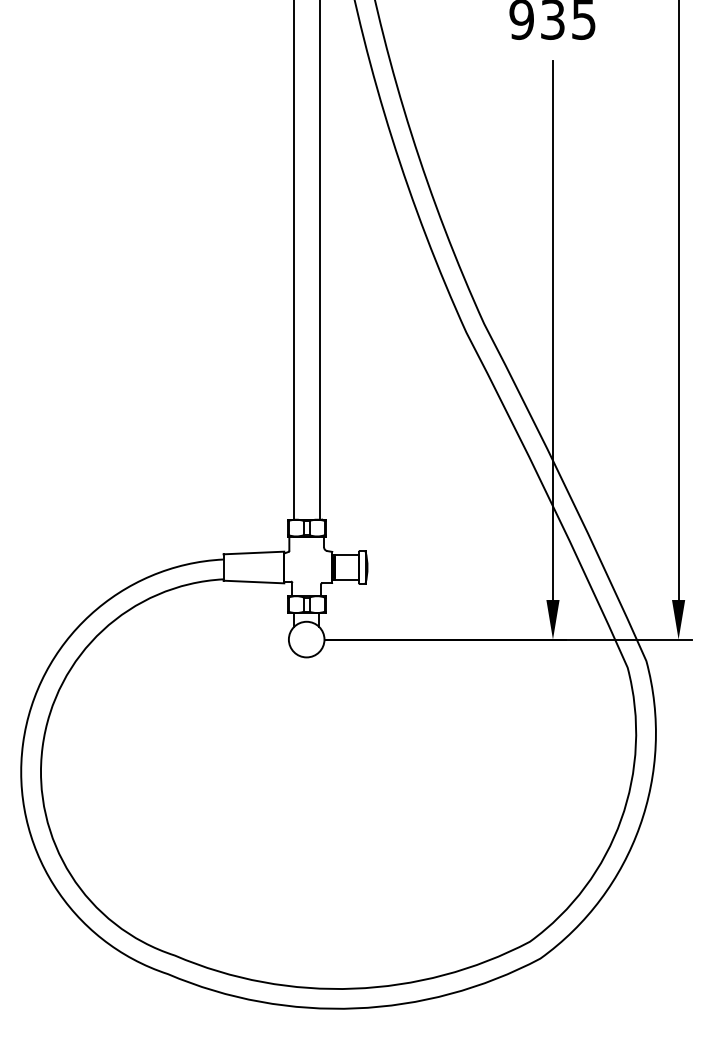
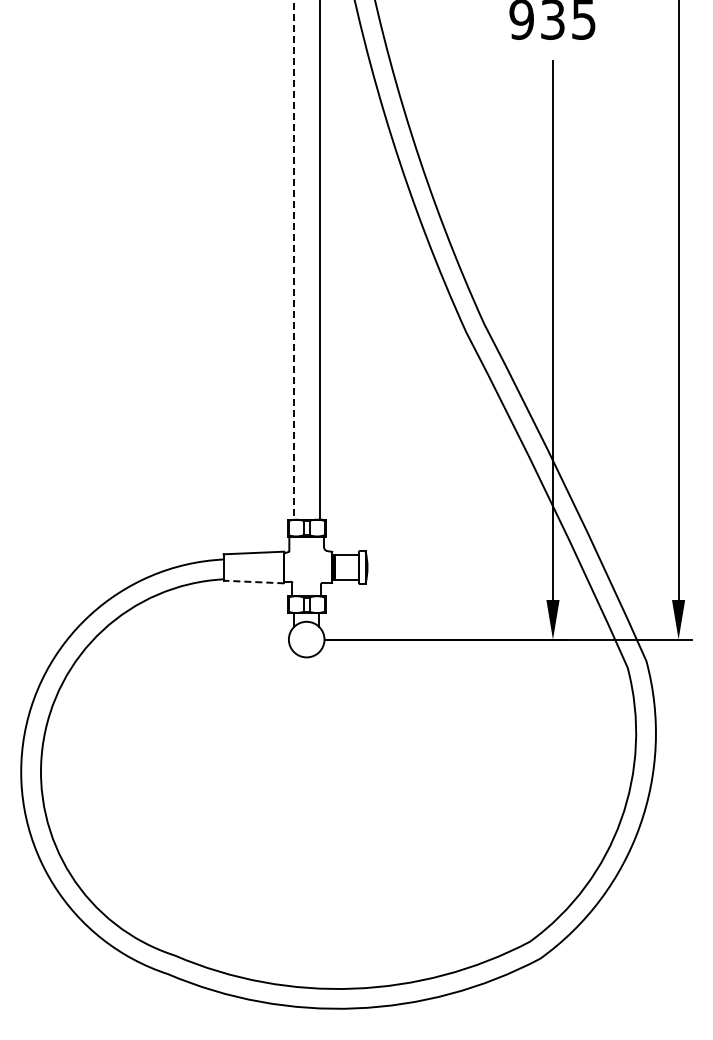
line at (293, 260): solid -> dashed
line at (253, 582): solid -> dashed
